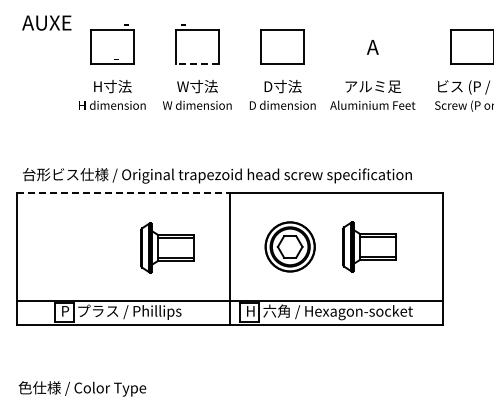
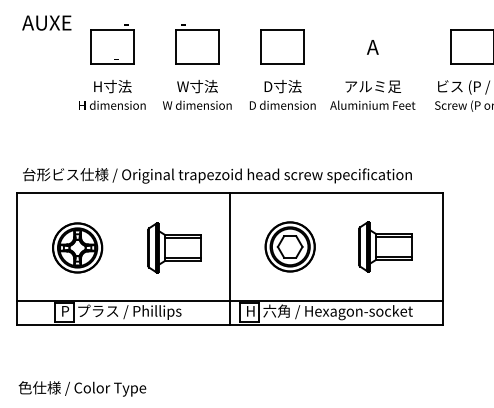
line at (197, 64): dashed -> solid
line at (124, 192): dashed -> solid
part at (369, 246) position: (369, 246) -> (385, 246)
part at (77, 247): none -> present
part at (167, 247) position: (167, 247) -> (174, 247)
